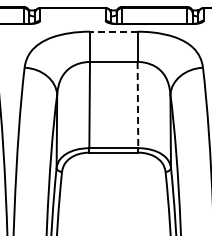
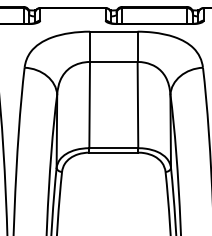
line at (113, 31): dashed -> solid
line at (137, 105): dashed -> solid
